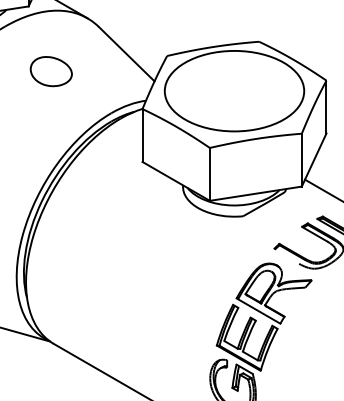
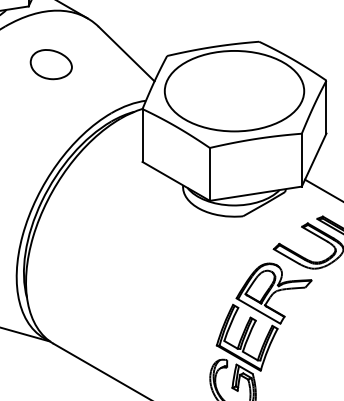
part at (50, 71) position: (50, 71) -> (50, 64)
line at (286, 256): none -> present
